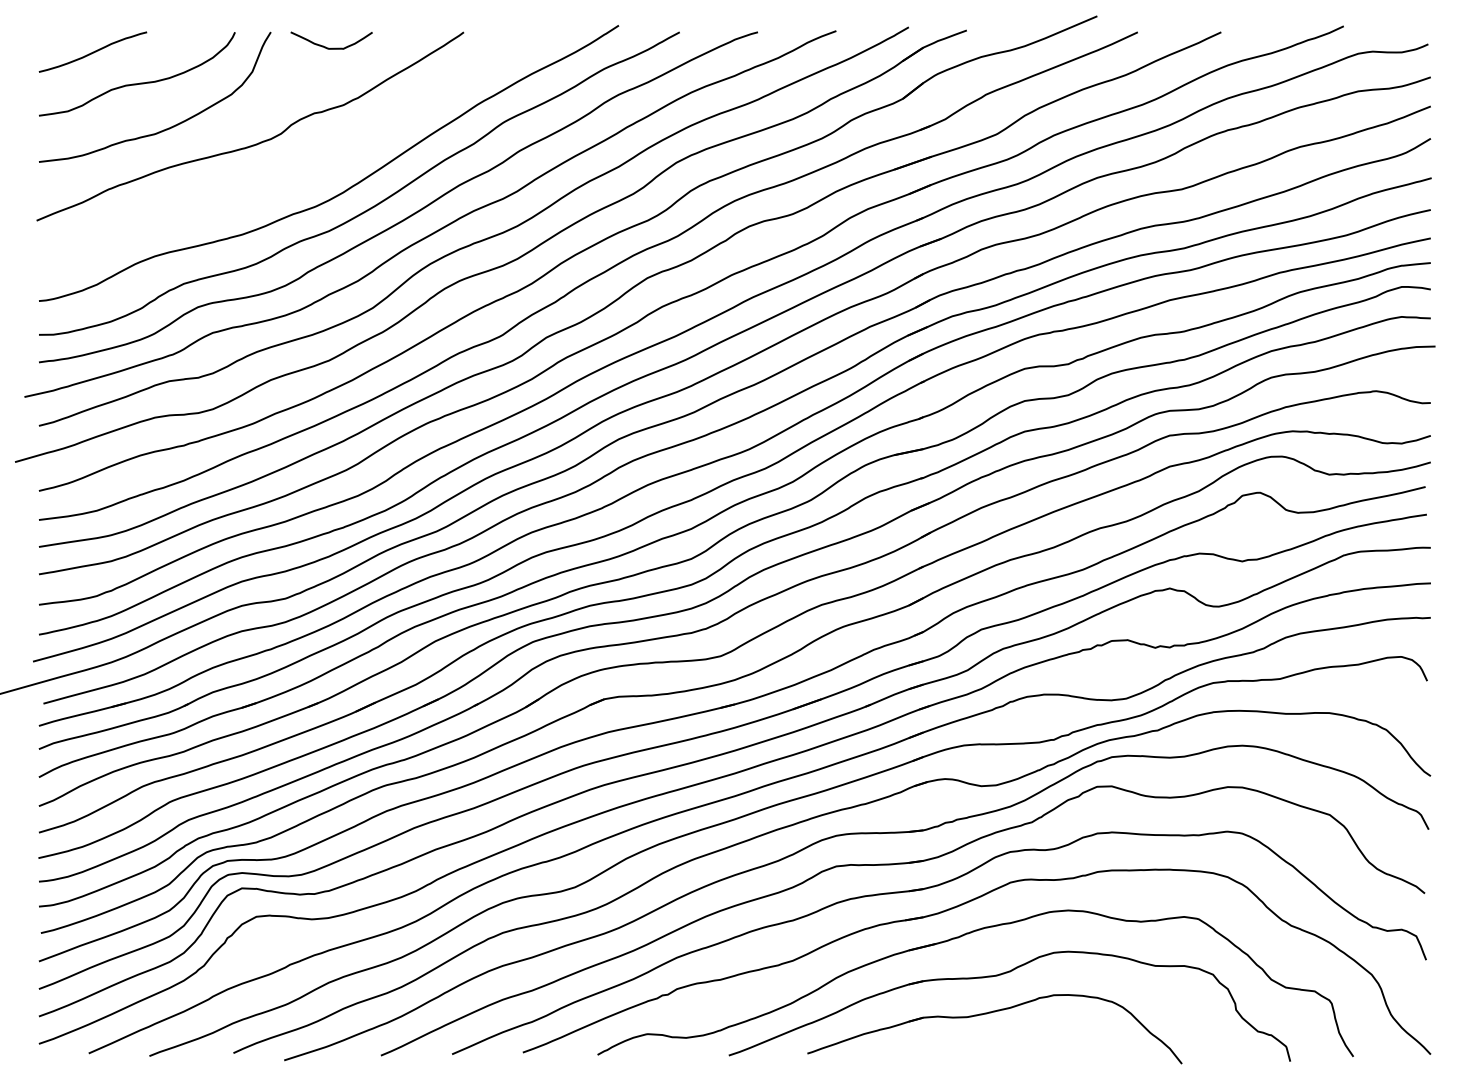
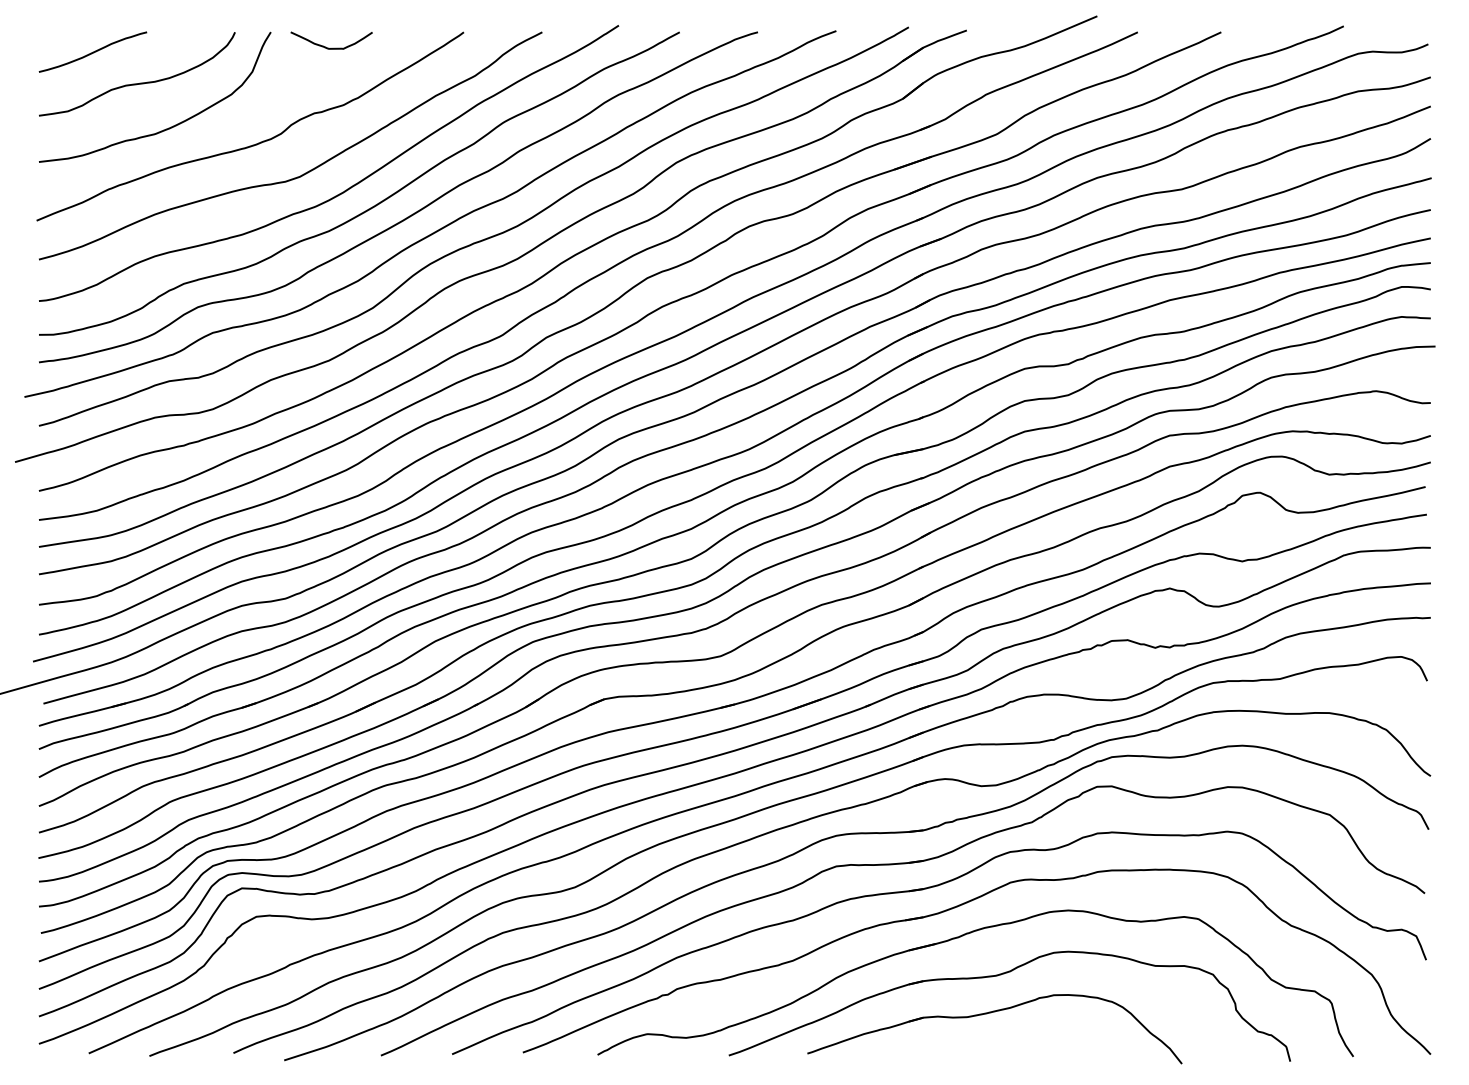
curve at (303, 173): none -> present
